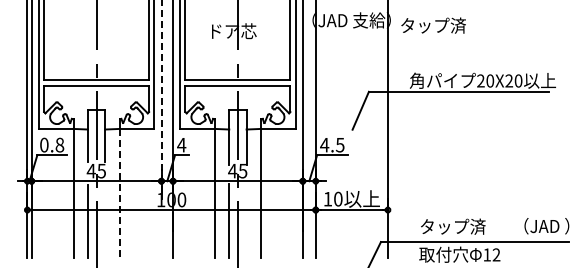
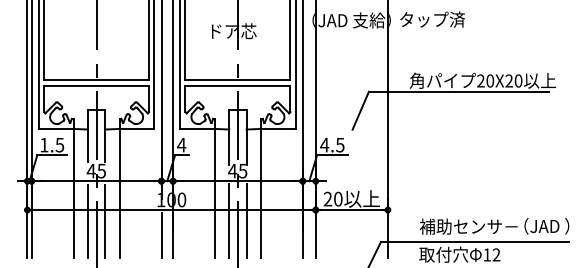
text at (433, 25) position: (433, 25) -> (432, 19)
line at (161, 97): dashed -> solid
text at (52, 144): 0.8 -> 1.5
line at (119, 193): dashed -> solid
text at (327, 198): 10 -> 20
line at (246, 220): none -> present
line at (105, 221): none -> present
text at (468, 226): タップ済 -> 補助センサ－
line at (161, 235): none -> present
